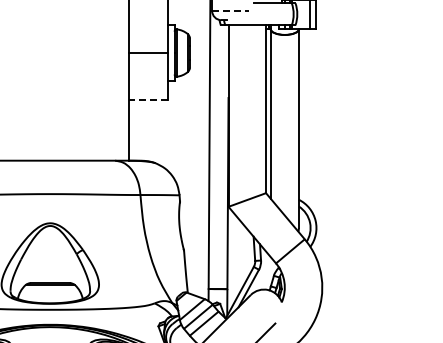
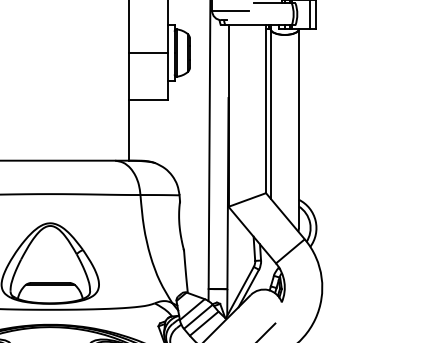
line at (231, 10): dashed -> solid
line at (147, 99): dashed -> solid
